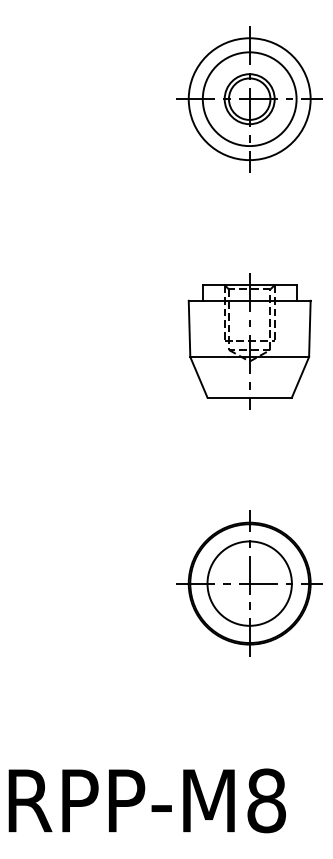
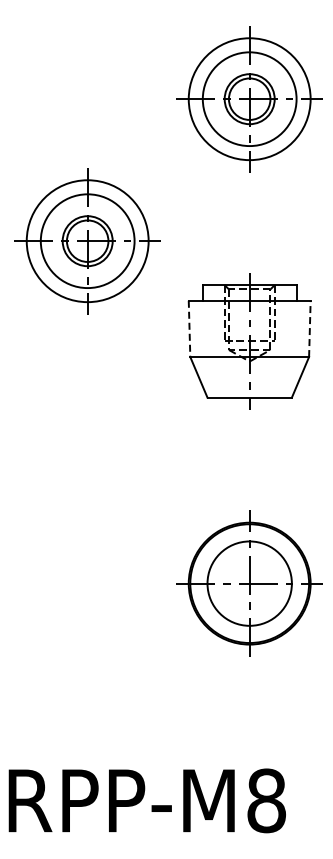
part at (87, 241): none -> present
line at (309, 328): solid -> dashed
line at (189, 329): solid -> dashed
